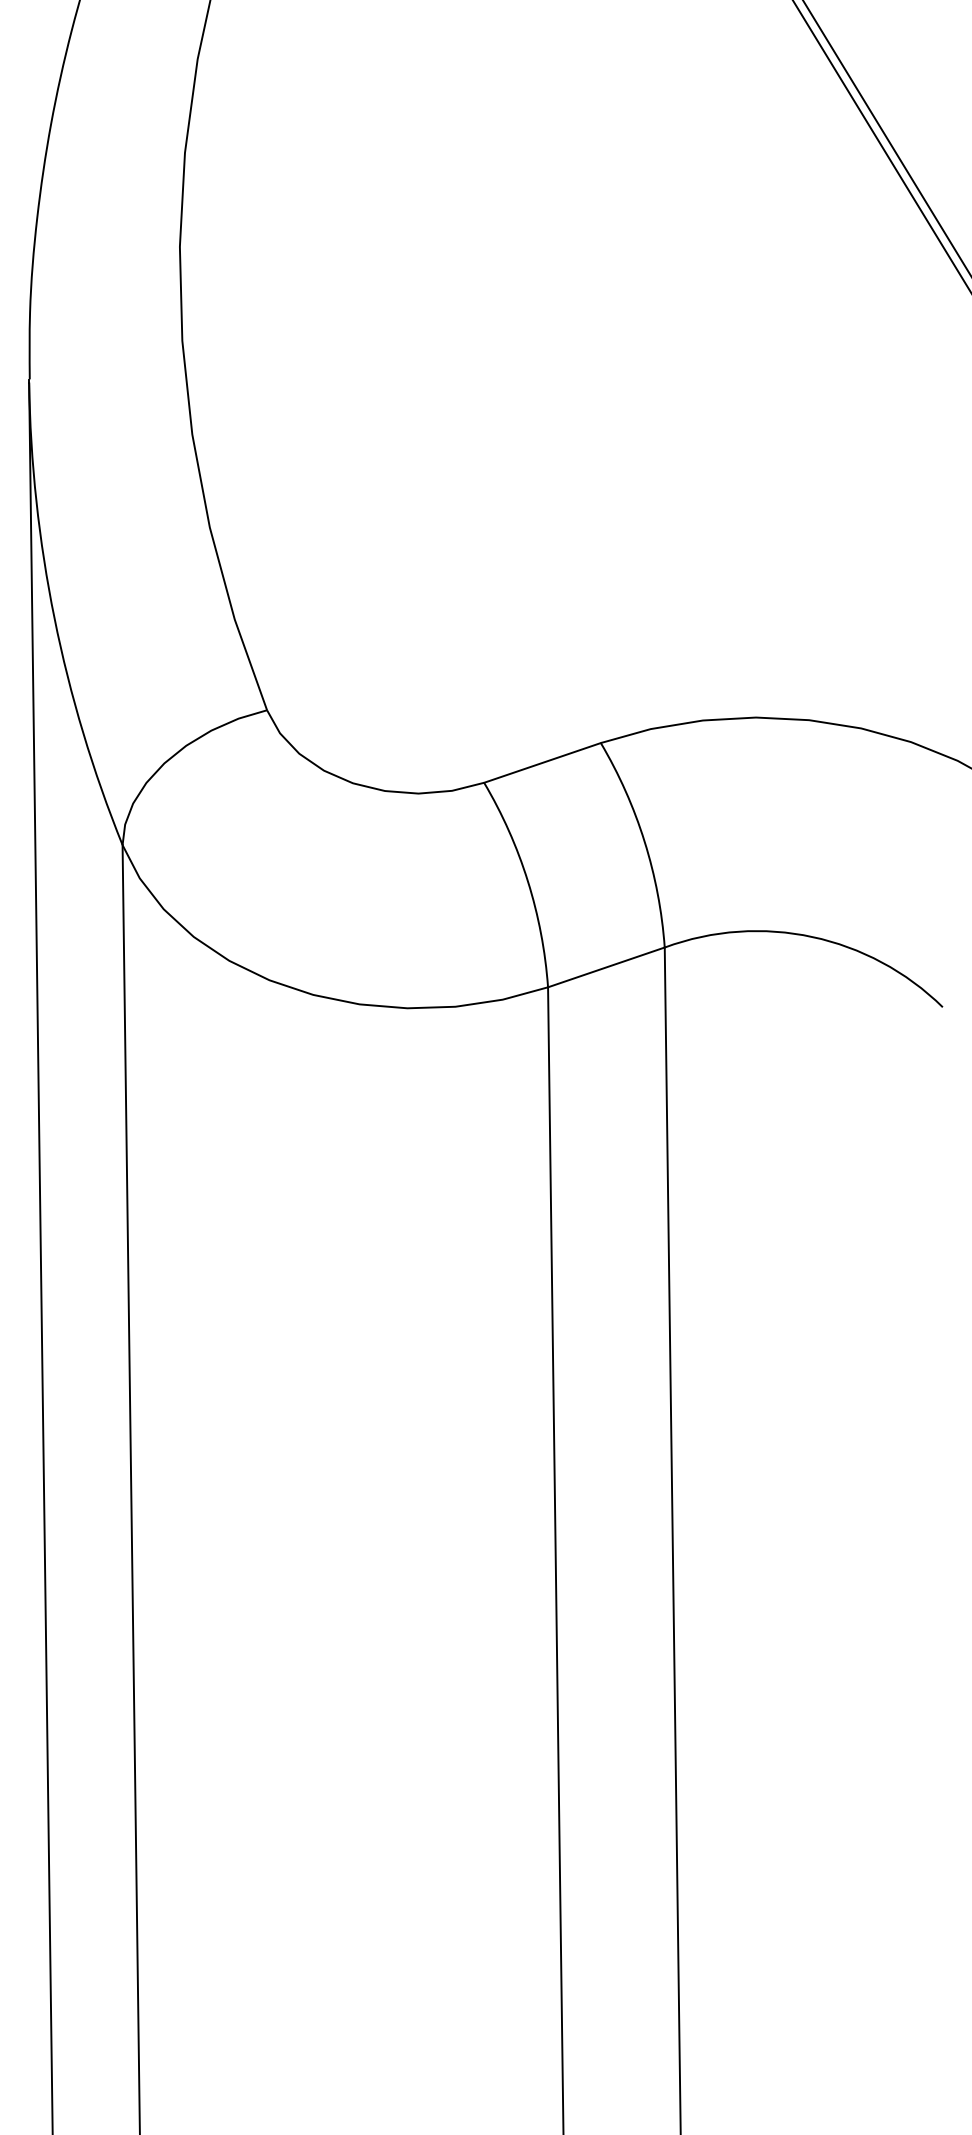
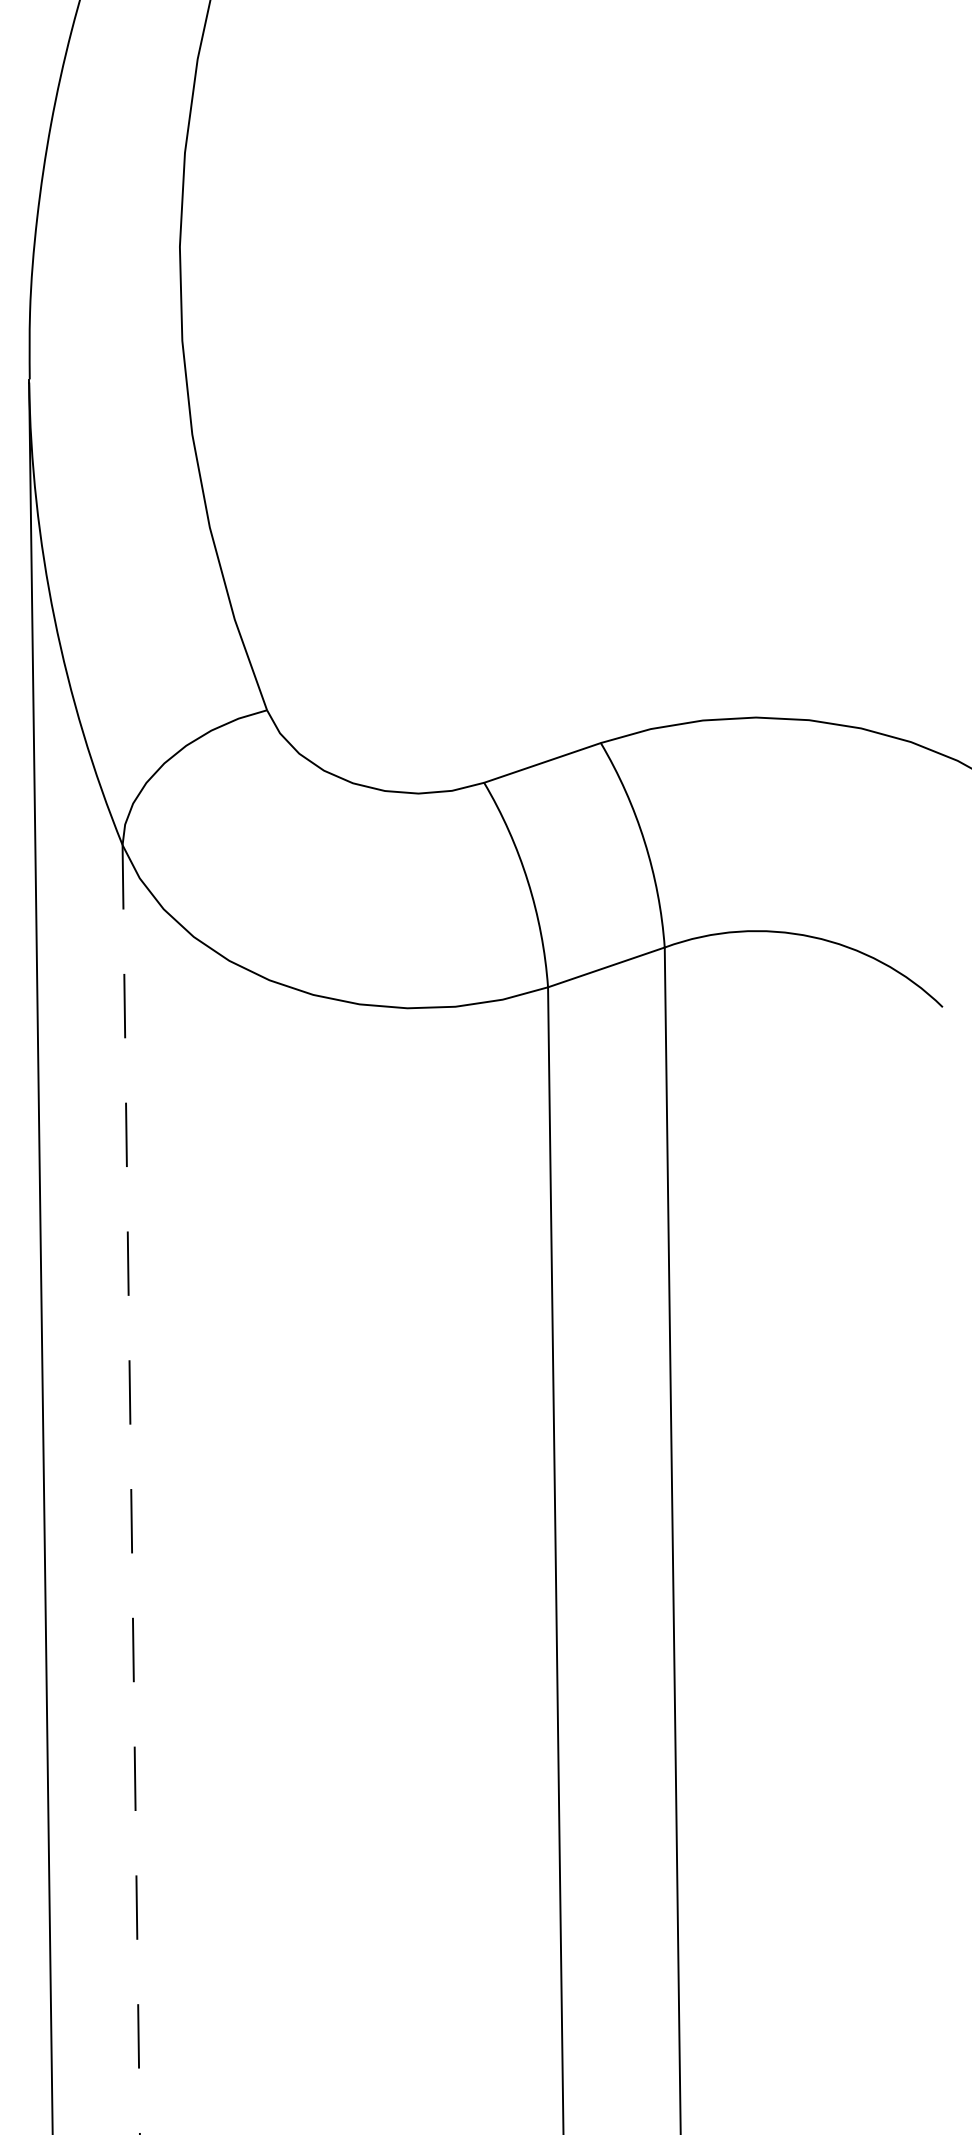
line at (886, 136): present -> none
line at (881, 145): present -> none
line at (131, 1489): solid -> dashed
